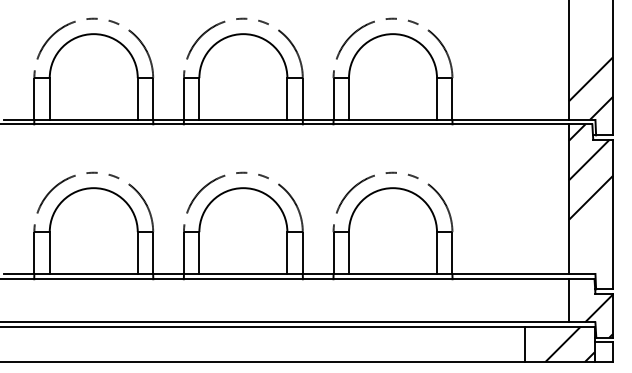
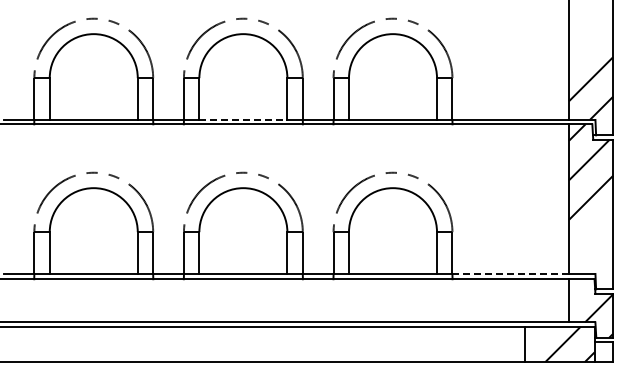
line at (243, 119): solid -> dashed
line at (510, 273): solid -> dashed
